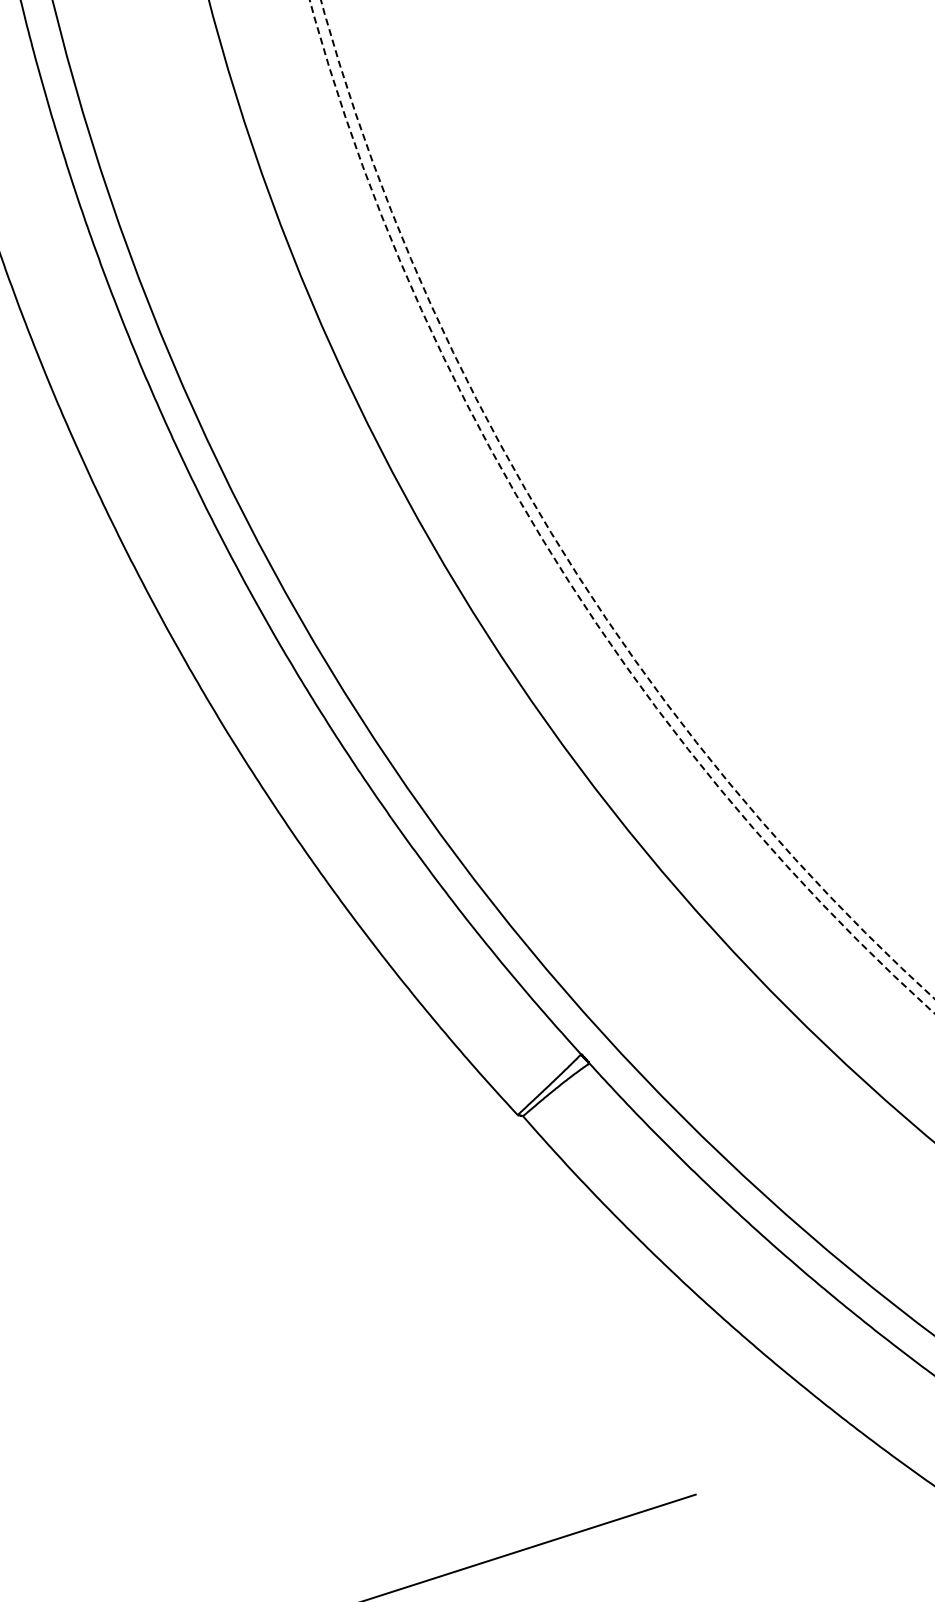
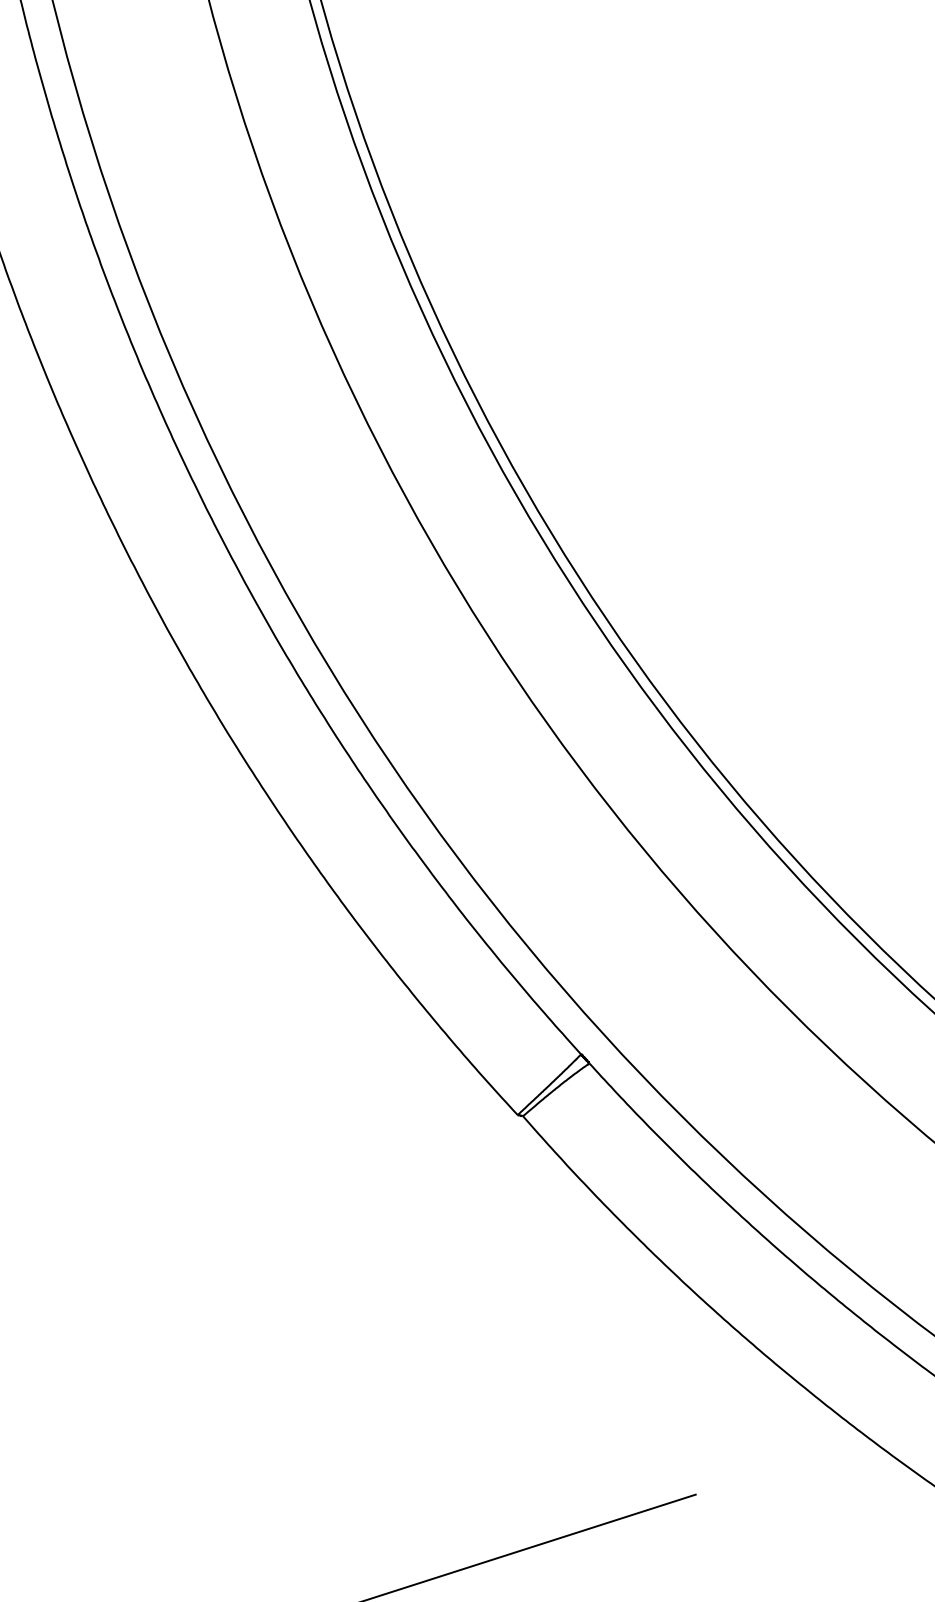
circle at (627, 499): dashed -> solid
arc at (551, 553): dashed -> solid
